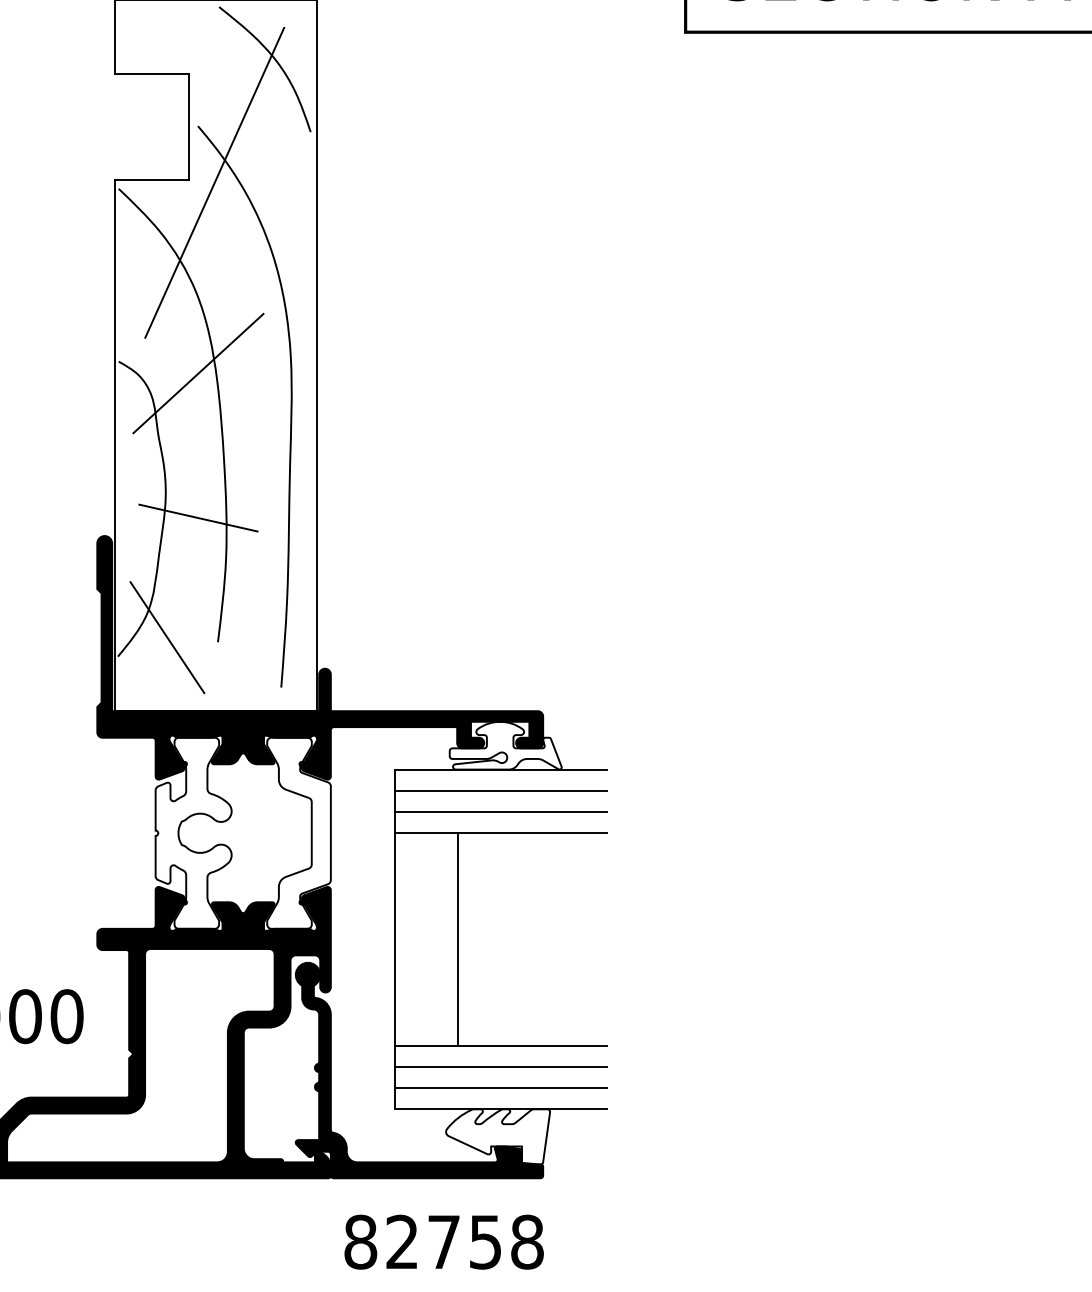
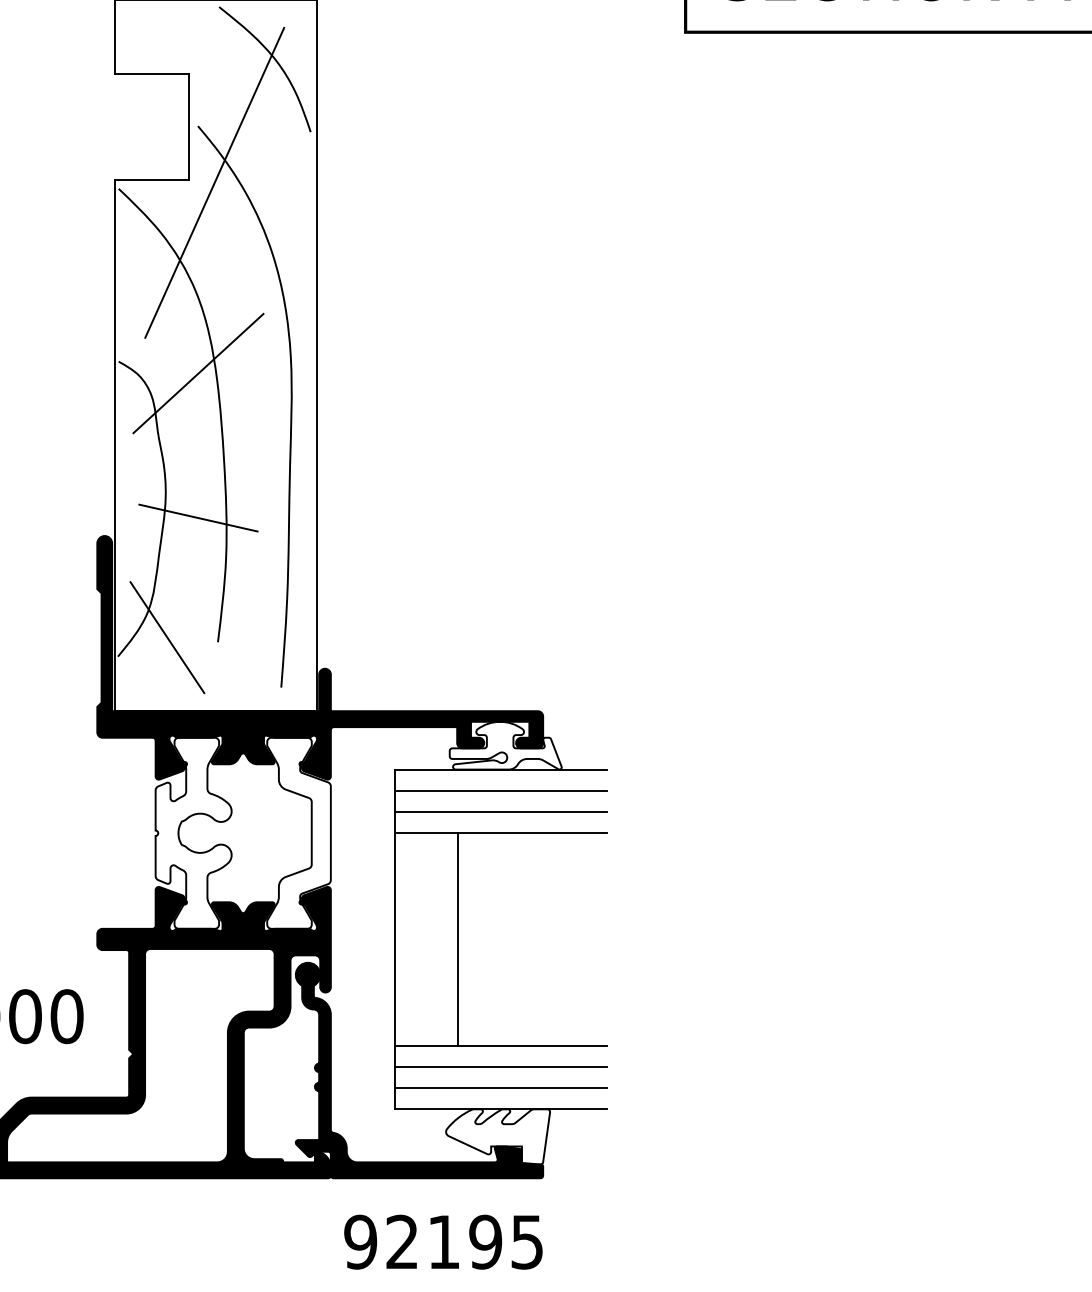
text at (443, 1241): 82758 -> 92195
